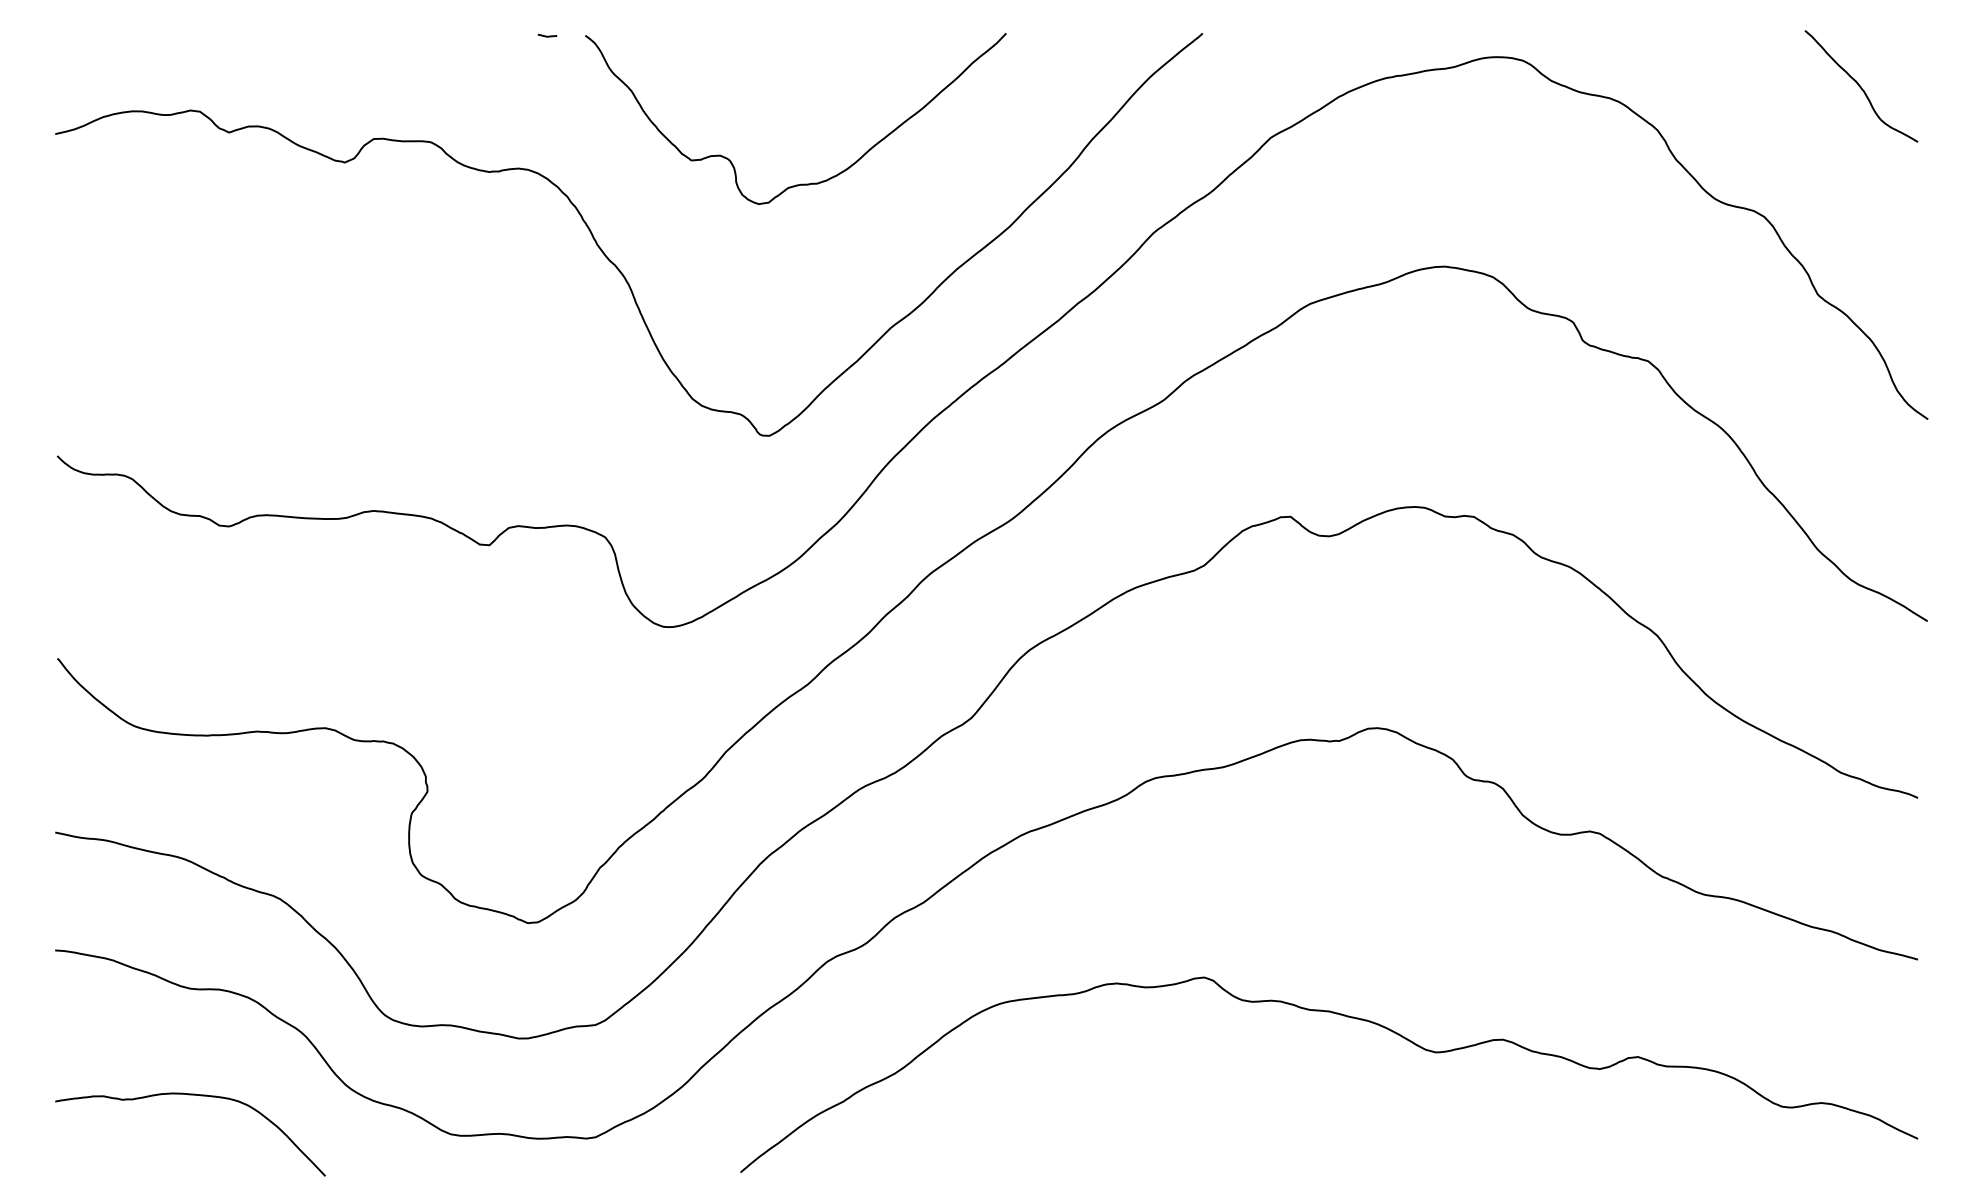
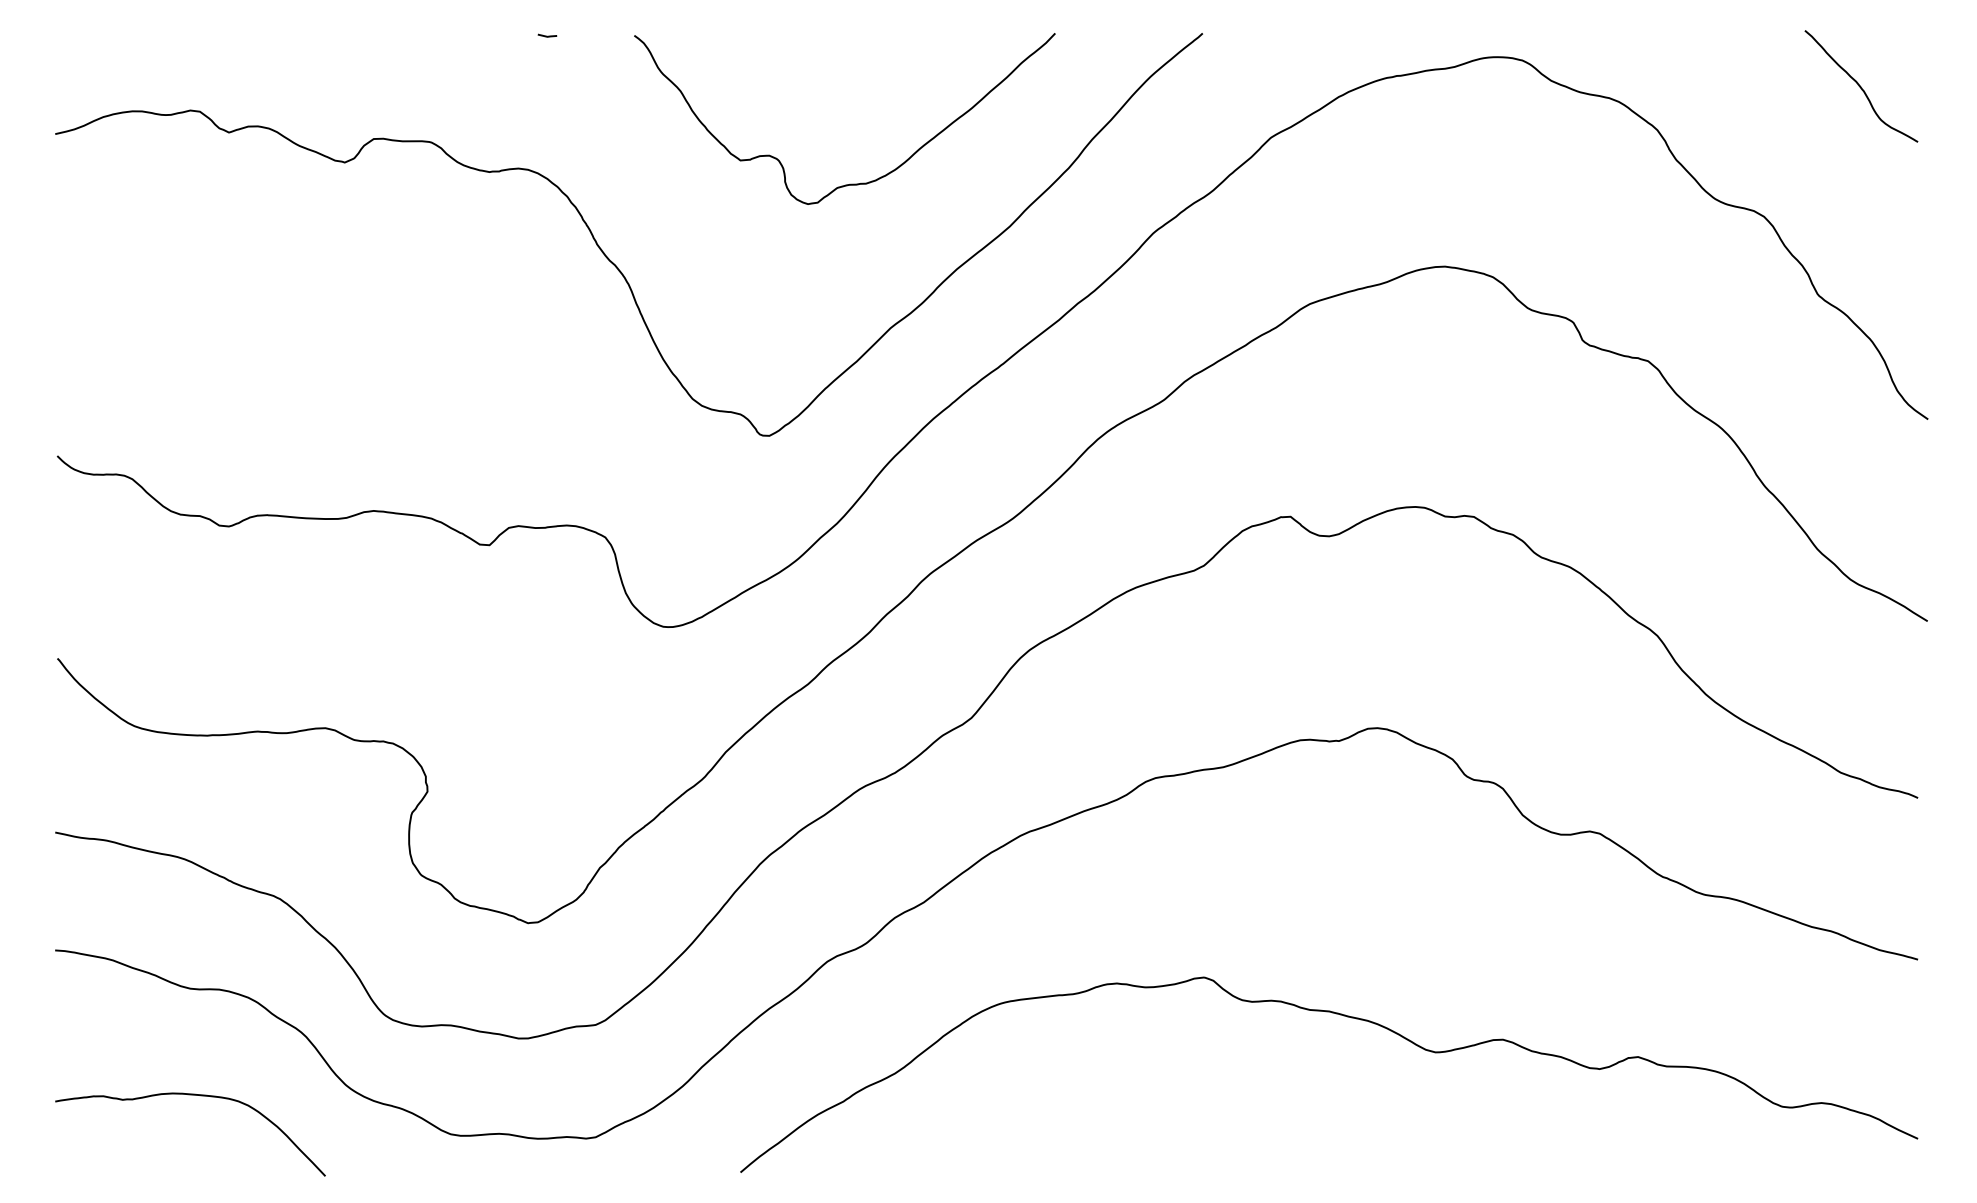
curve at (801, 183) position: (801, 183) -> (850, 183)
